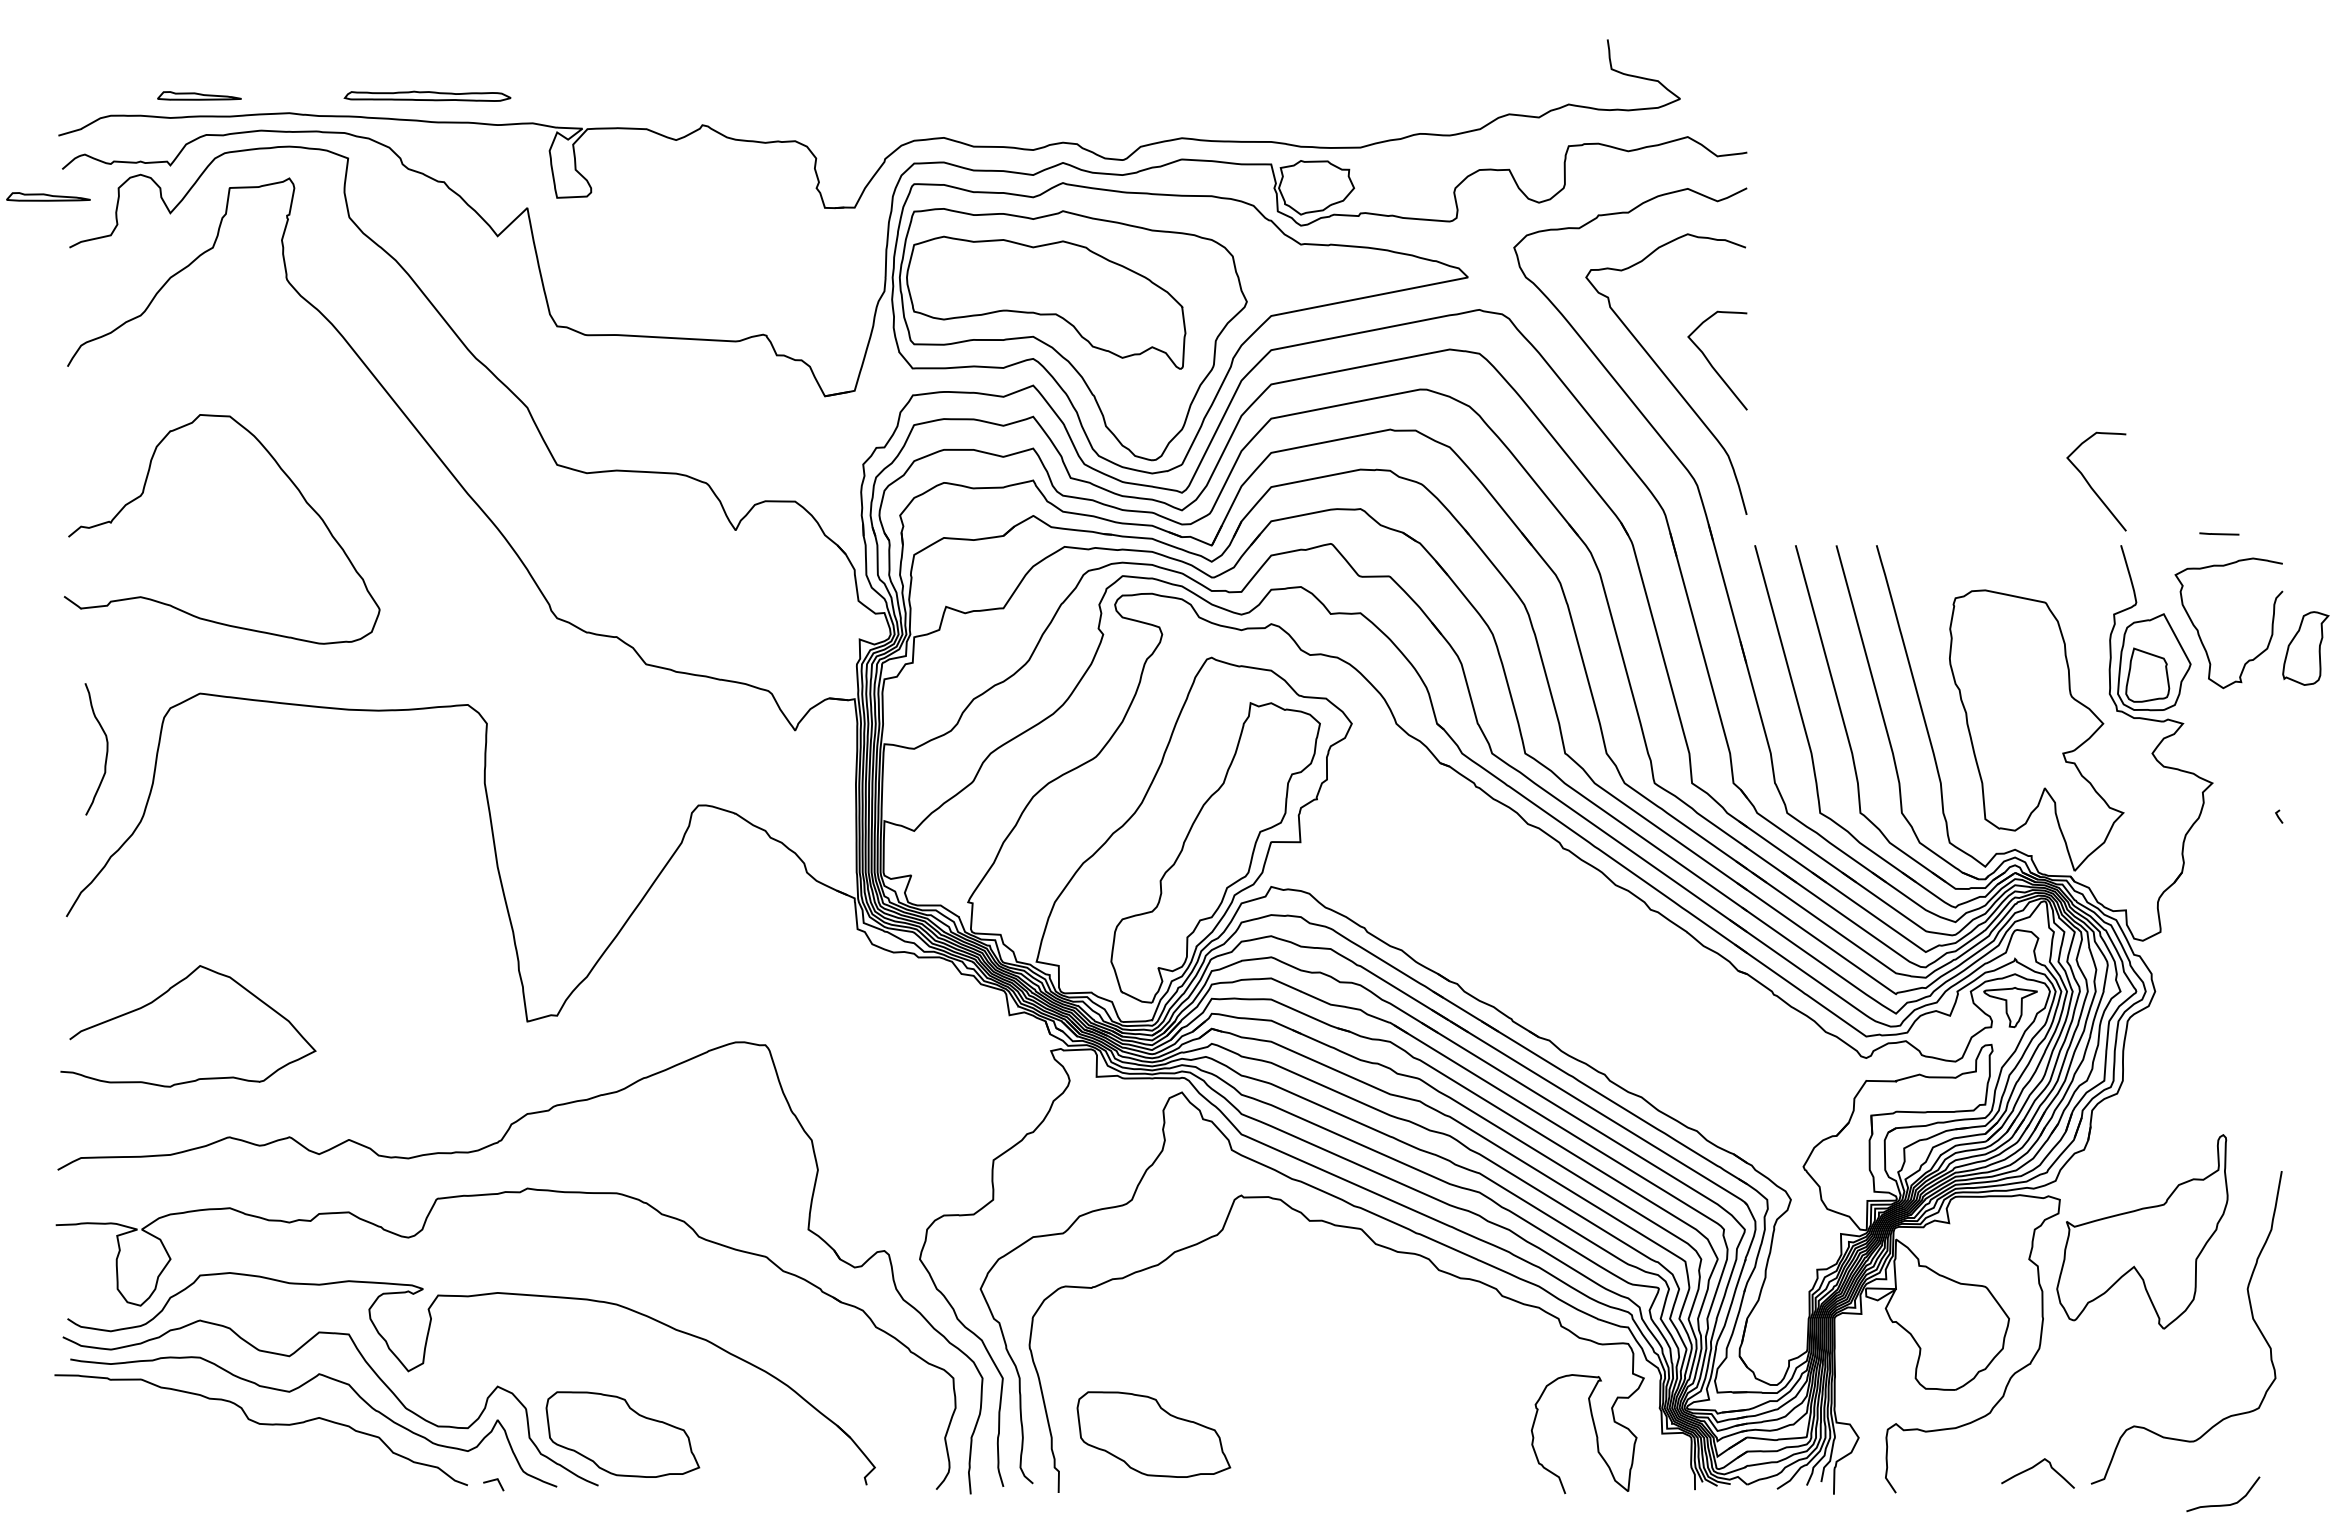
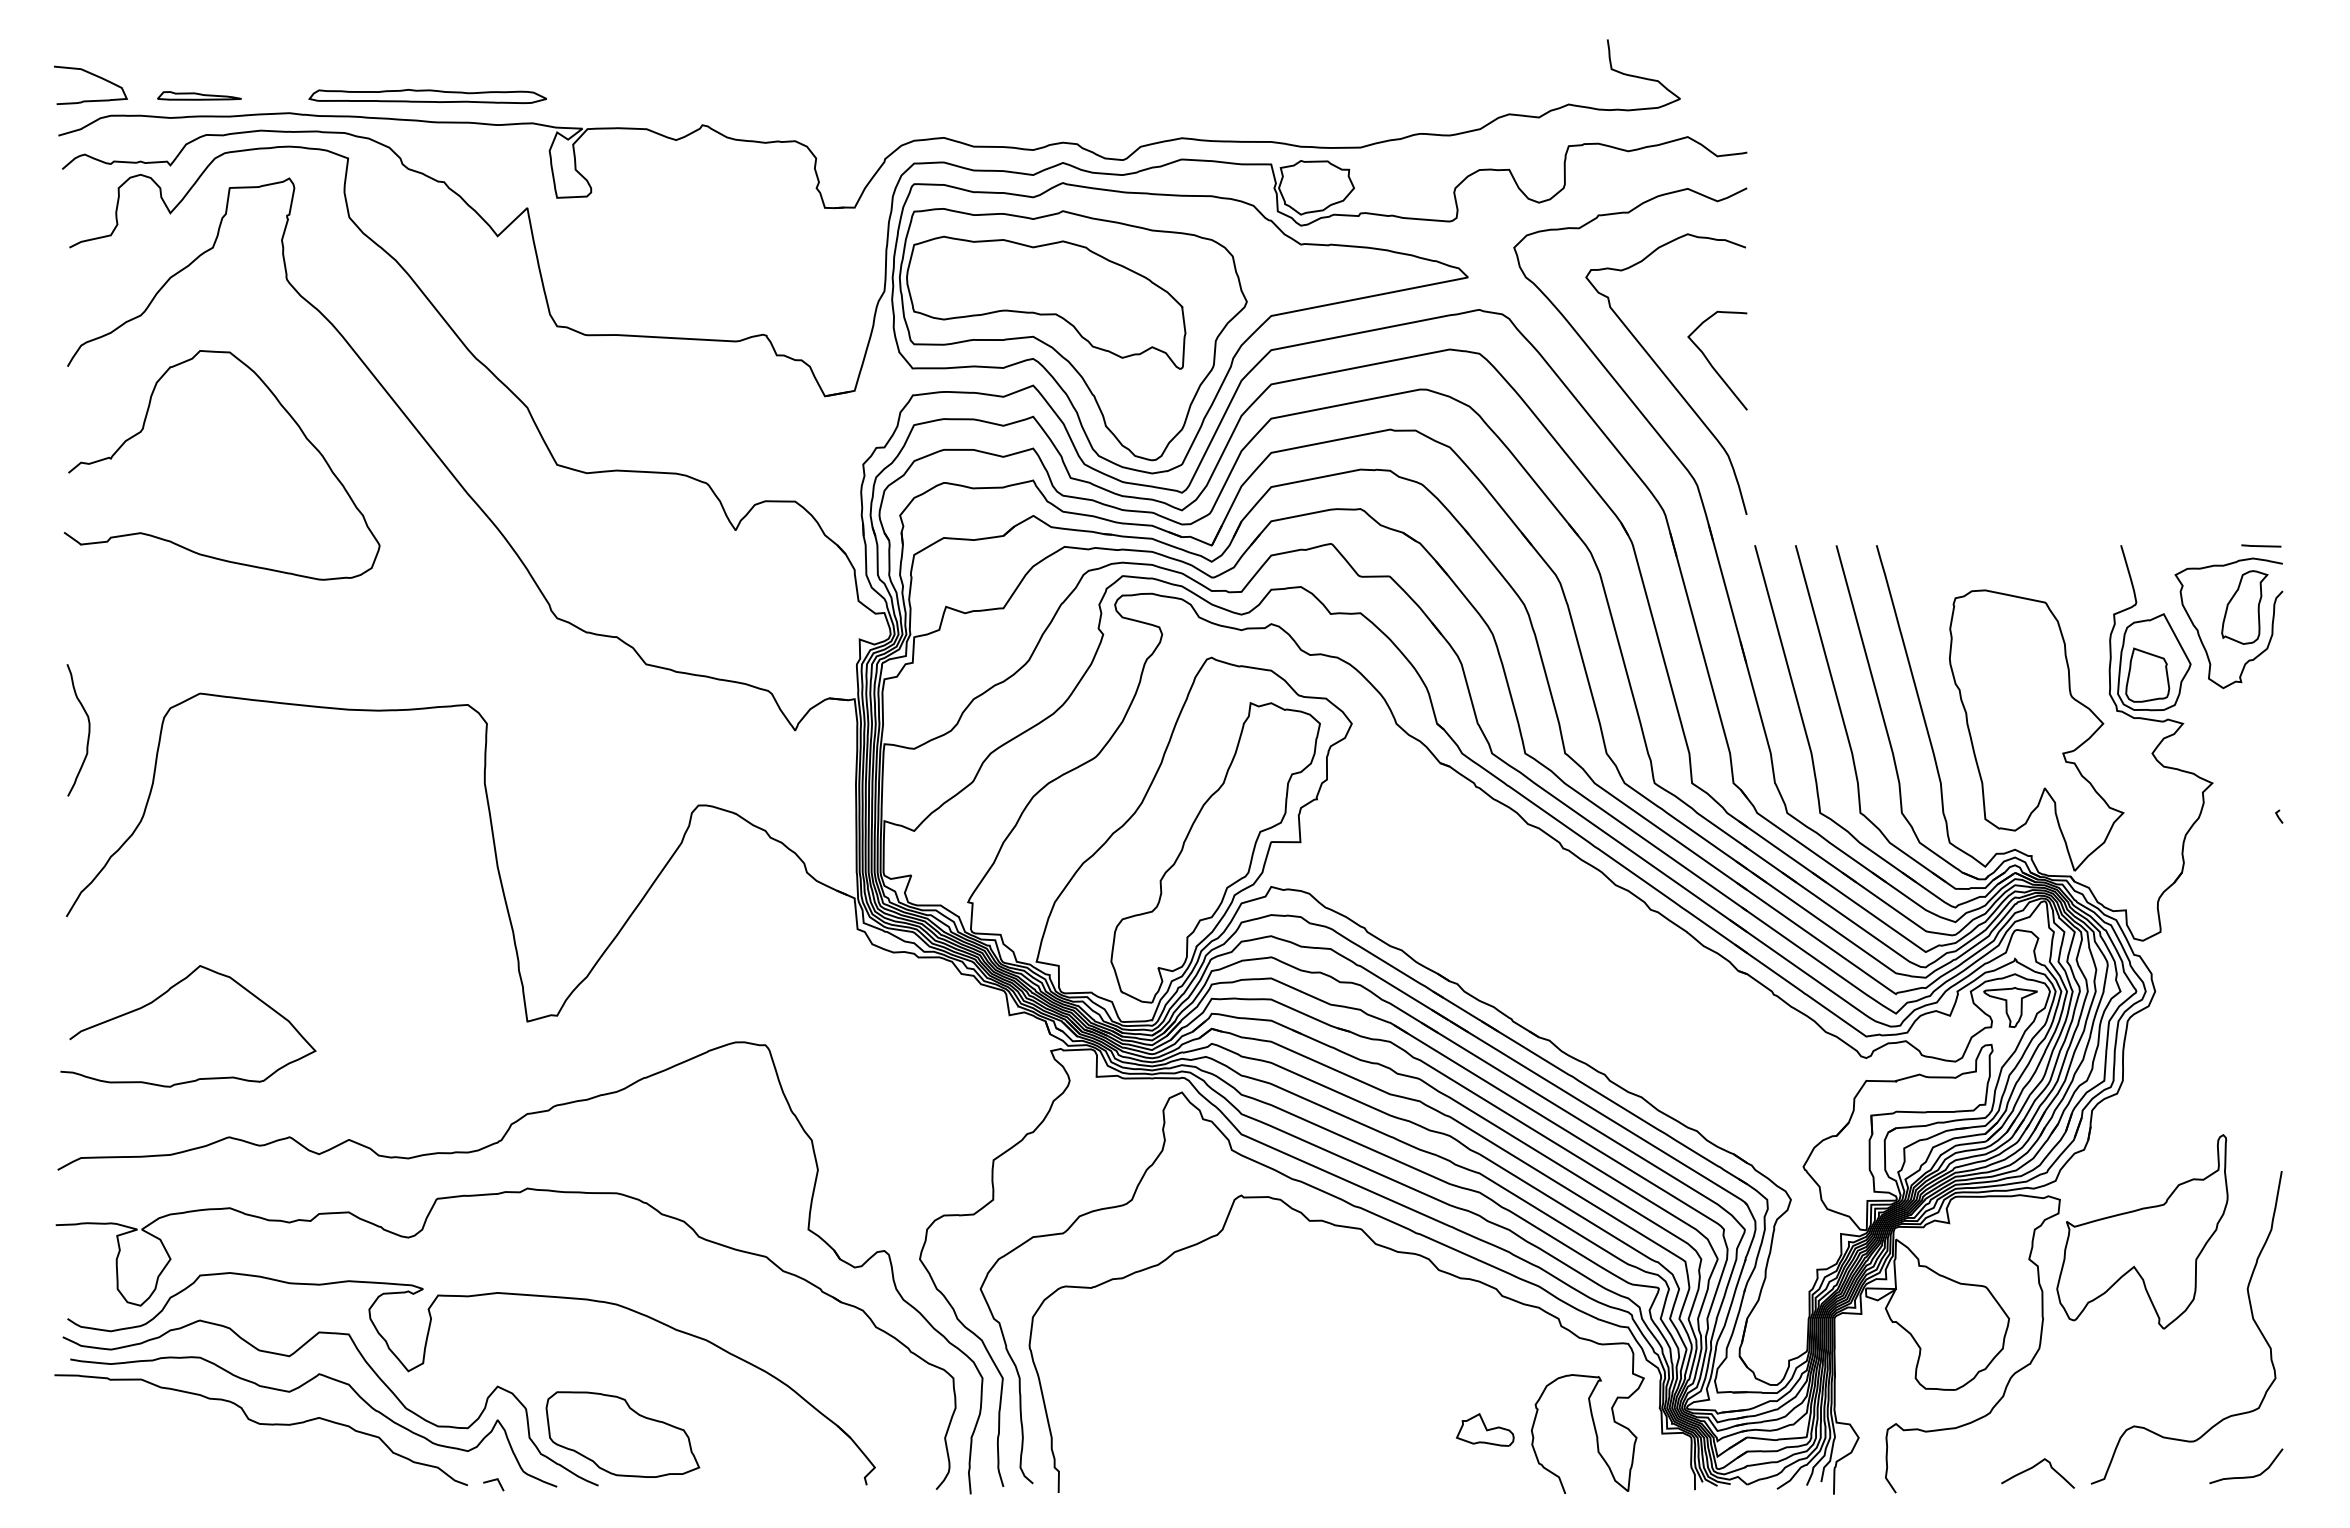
curve at (92, 75): none -> present
part at (427, 95) size: 169x12 px -> 239x16 px
part at (48, 196): present -> none
curve at (283, 473) position: (283, 473) -> (283, 409)
curve at (2090, 484): present -> none
line at (2219, 533) position: (2219, 533) -> (2261, 545)
part at (2305, 648) position: (2305, 648) -> (2244, 607)
curve at (106, 749) position: (106, 749) -> (88, 730)
part at (1484, 1429): none -> present
part at (1153, 1434): present -> none
curve at (2223, 1504) position: (2223, 1504) -> (2246, 1476)
